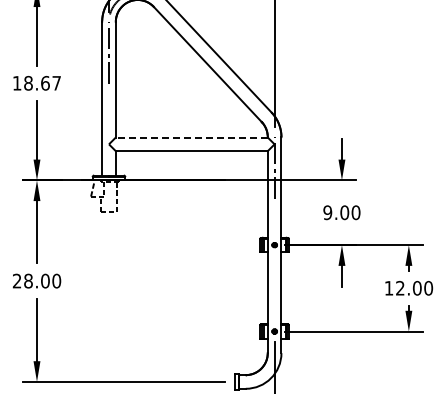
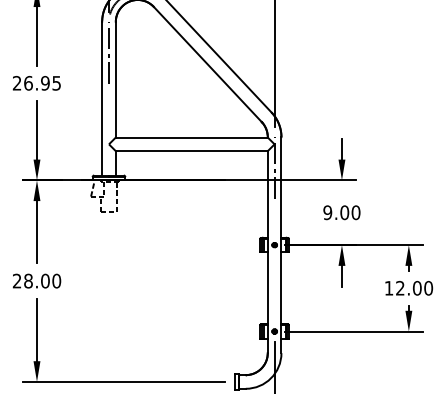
text at (36, 82): 18.67 -> 26.95
line at (191, 137): dashed -> solid
